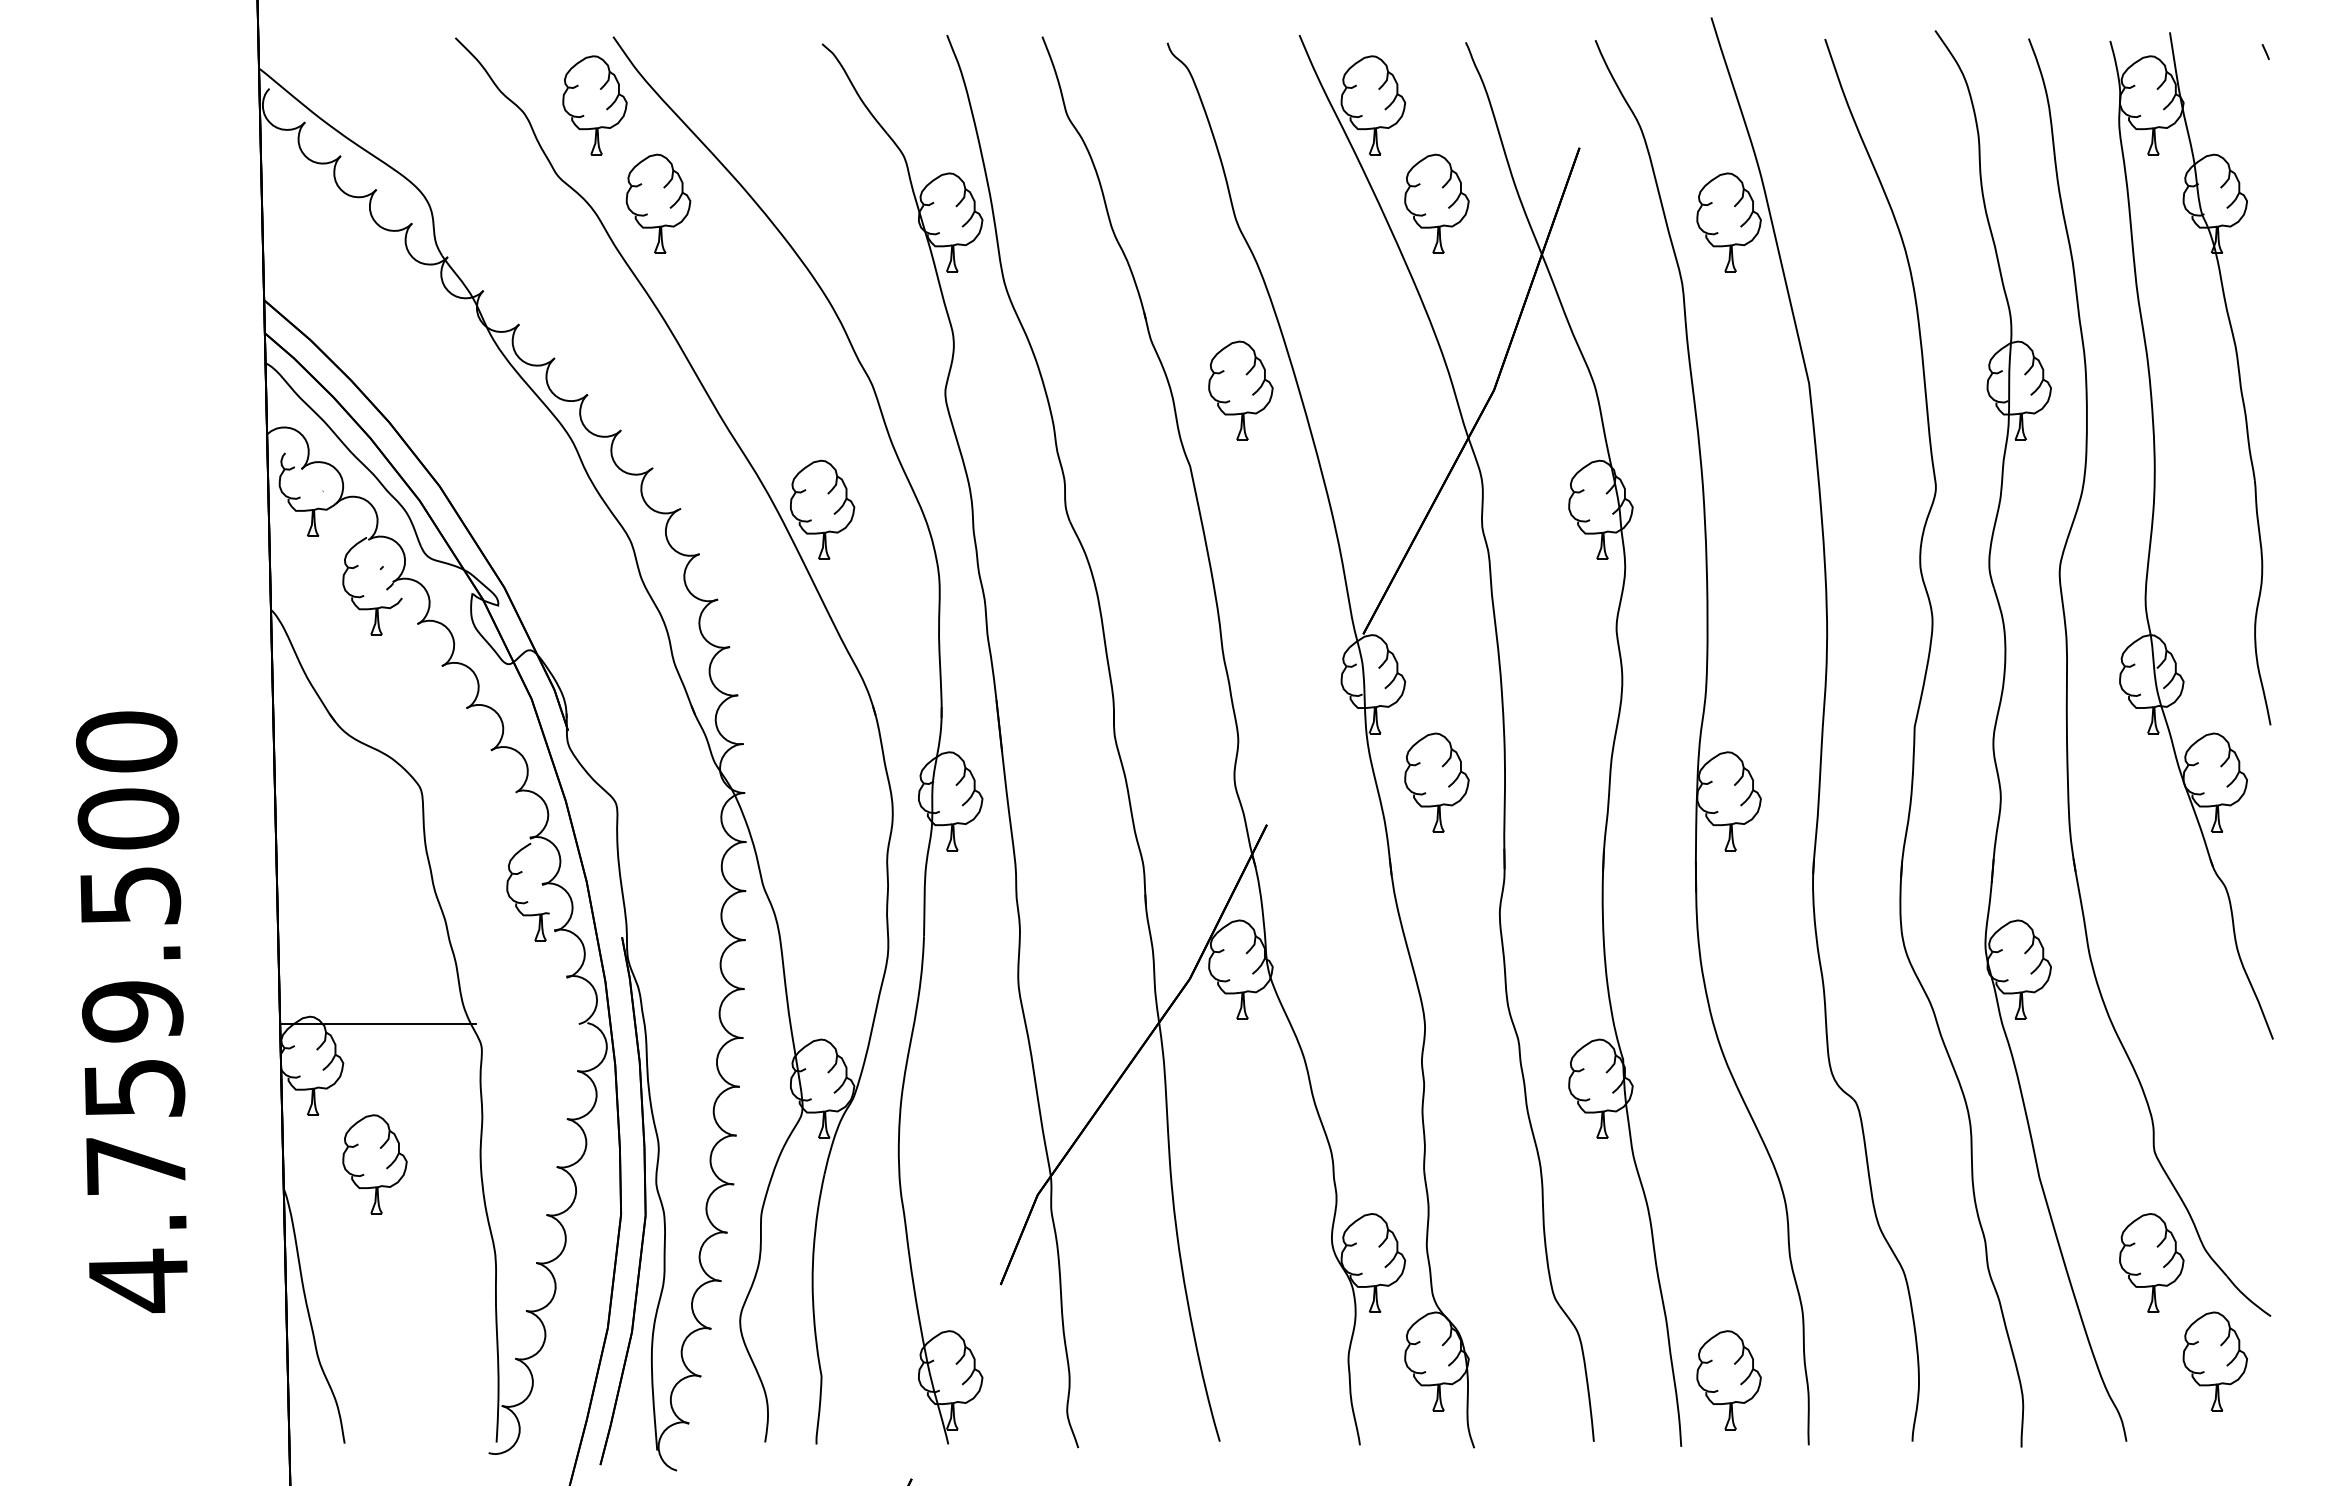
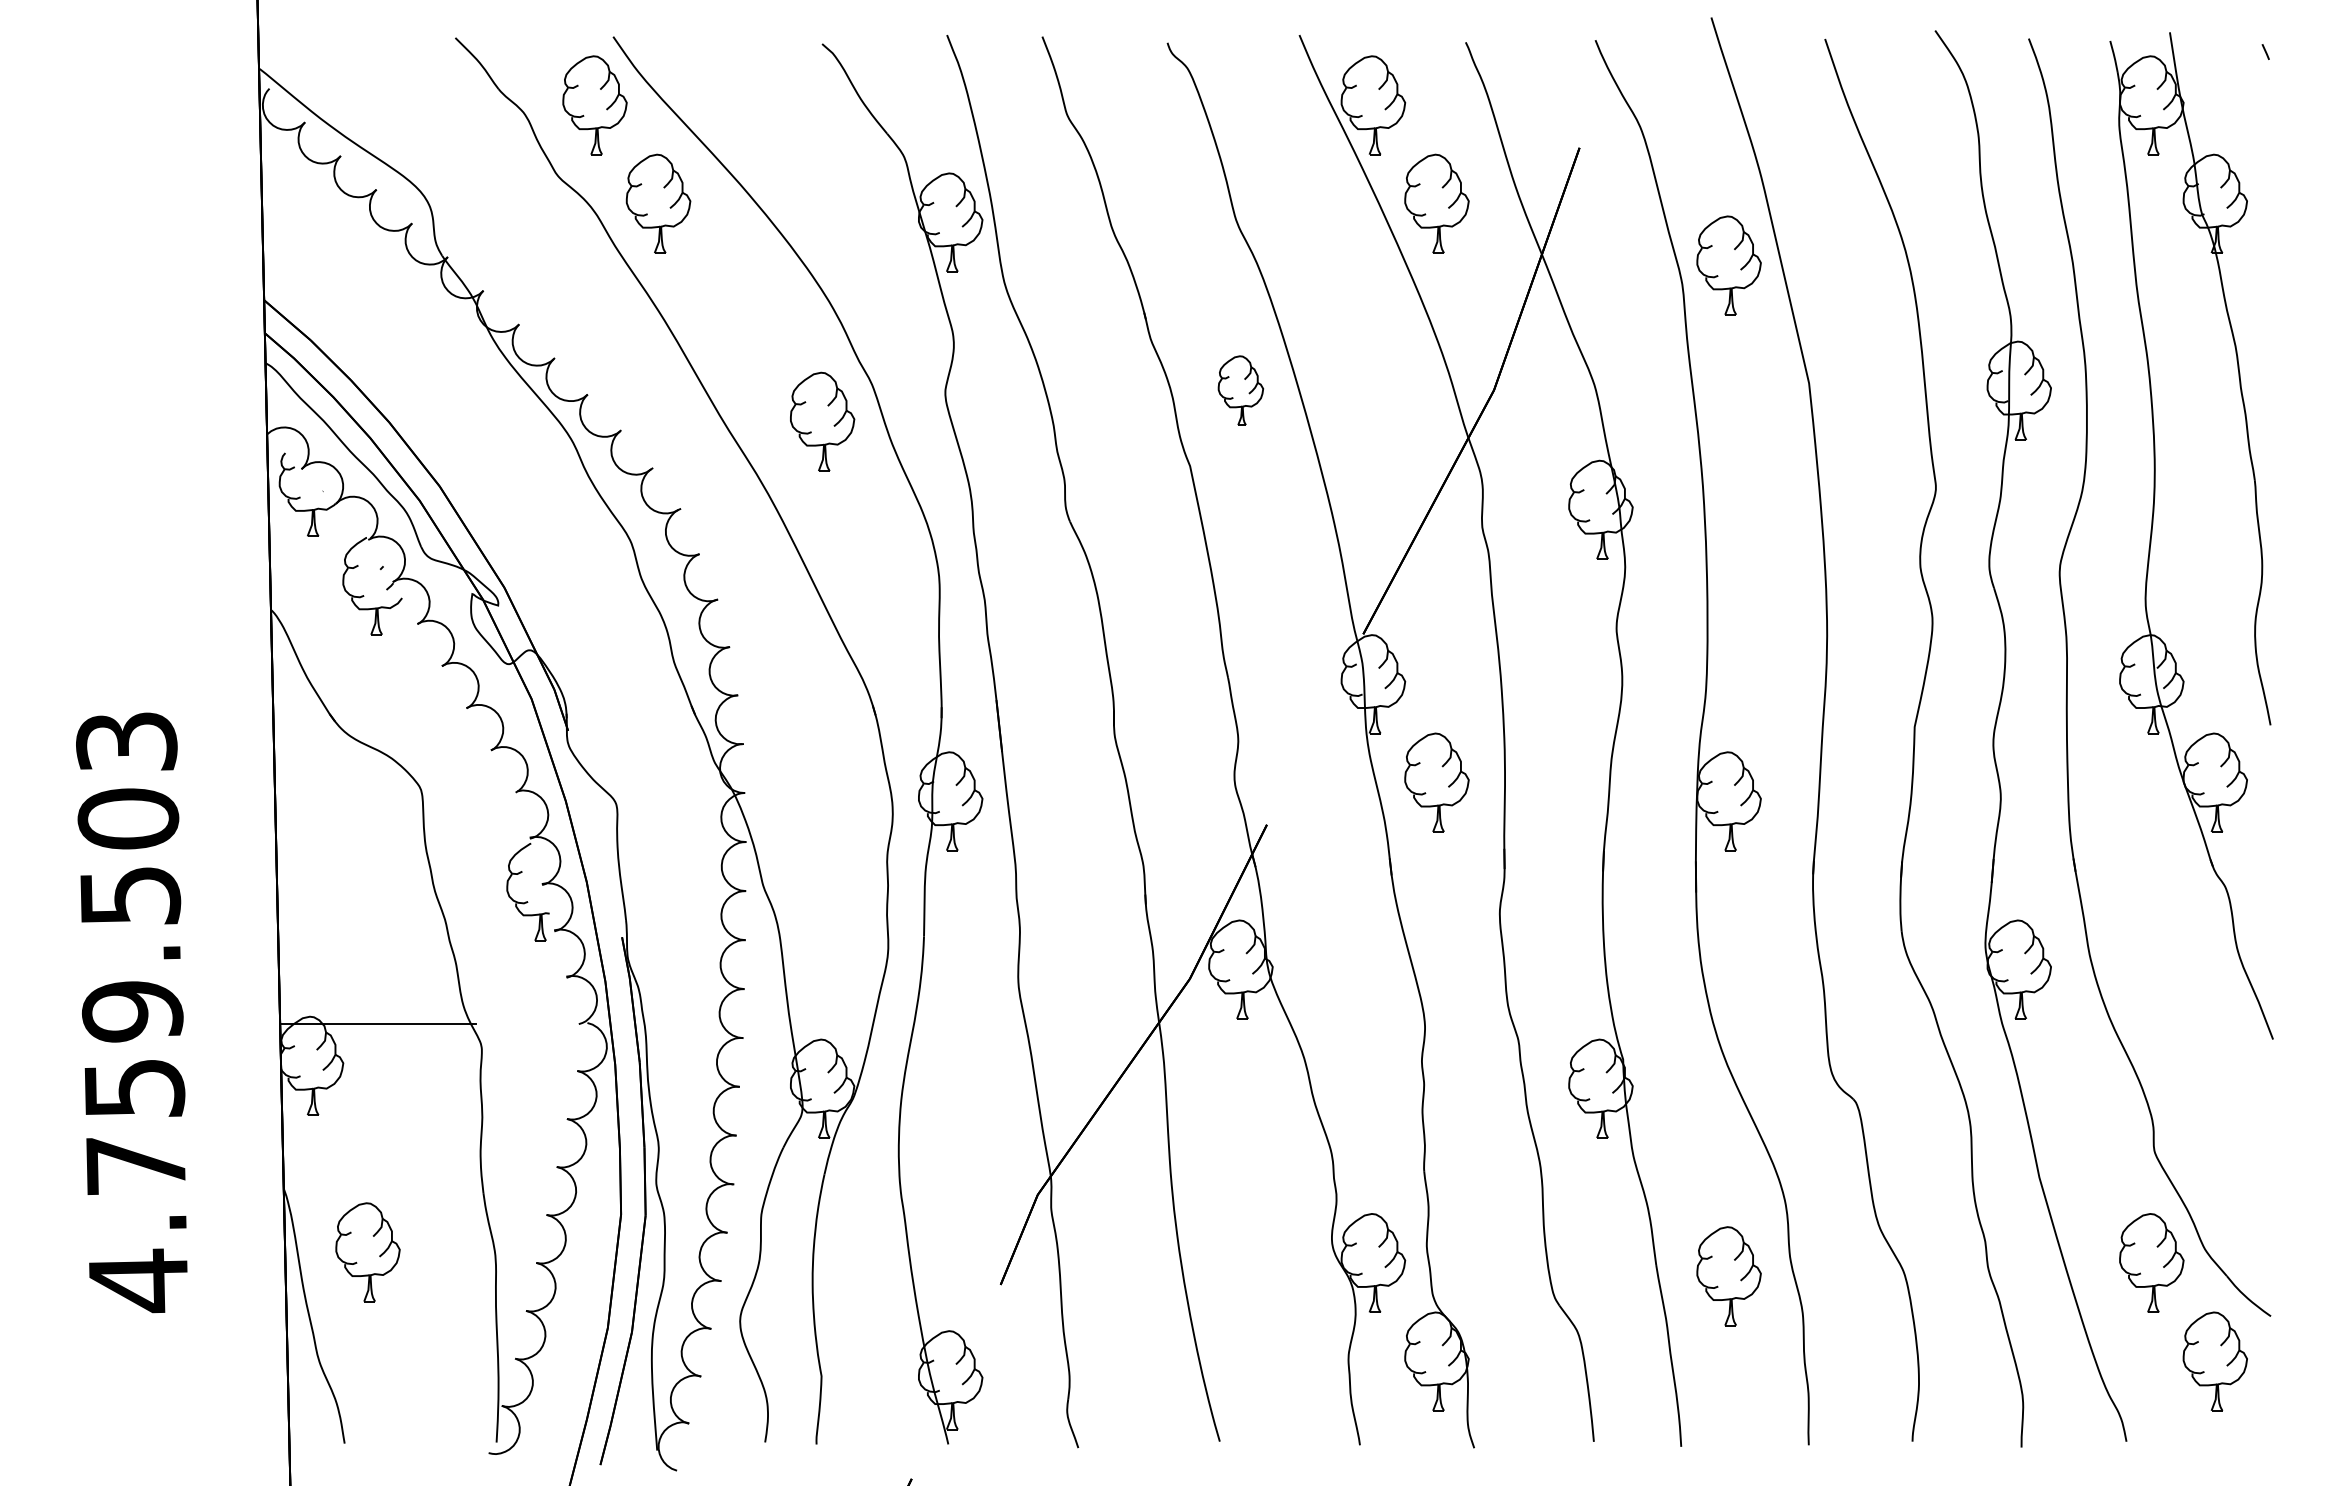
part at (1728, 222) position: (1728, 222) -> (1728, 265)
part at (1240, 390) size: 66x101 px -> 48x71 px
part at (822, 509) position: (822, 509) -> (822, 421)
text at (126, 741): 4.759.500 -> 4.759.503
part at (374, 1164) position: (374, 1164) -> (367, 1252)
part at (1728, 1380) position: (1728, 1380) -> (1728, 1276)
